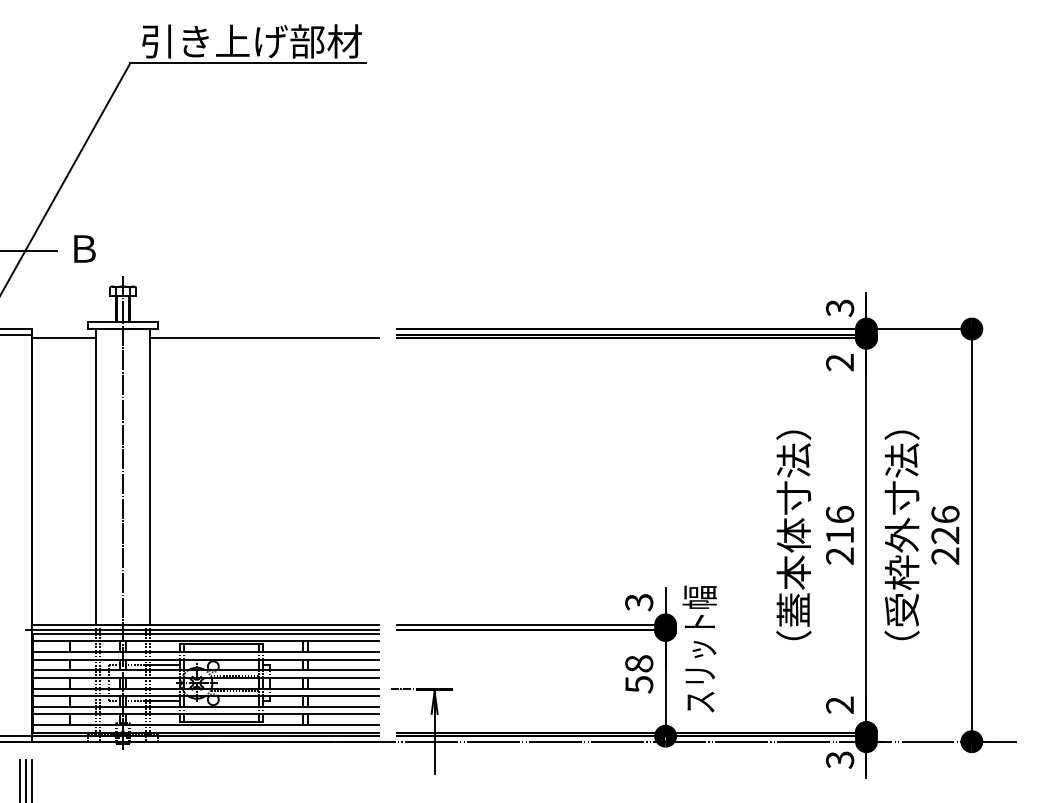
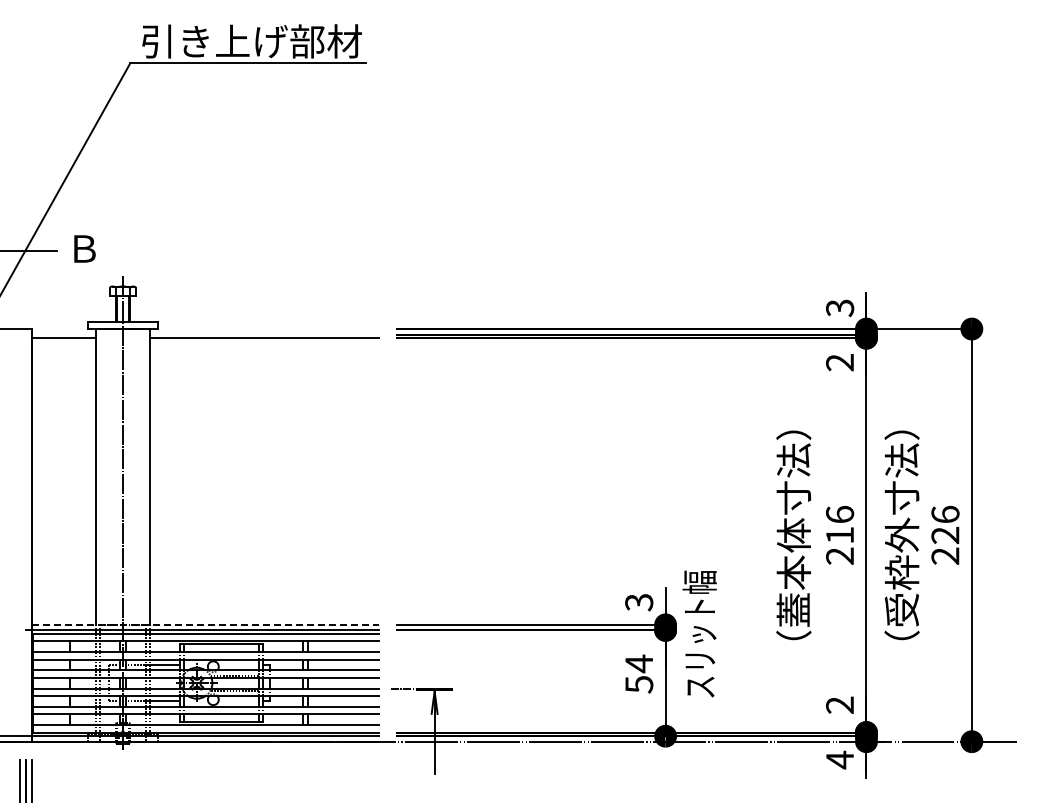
line at (16, 334): present -> none
line at (205, 624): solid -> dashed
text at (699, 648) position: (699, 648) -> (699, 633)
text at (639, 663): 58 -> 54
text at (840, 759): 3 -> 4
